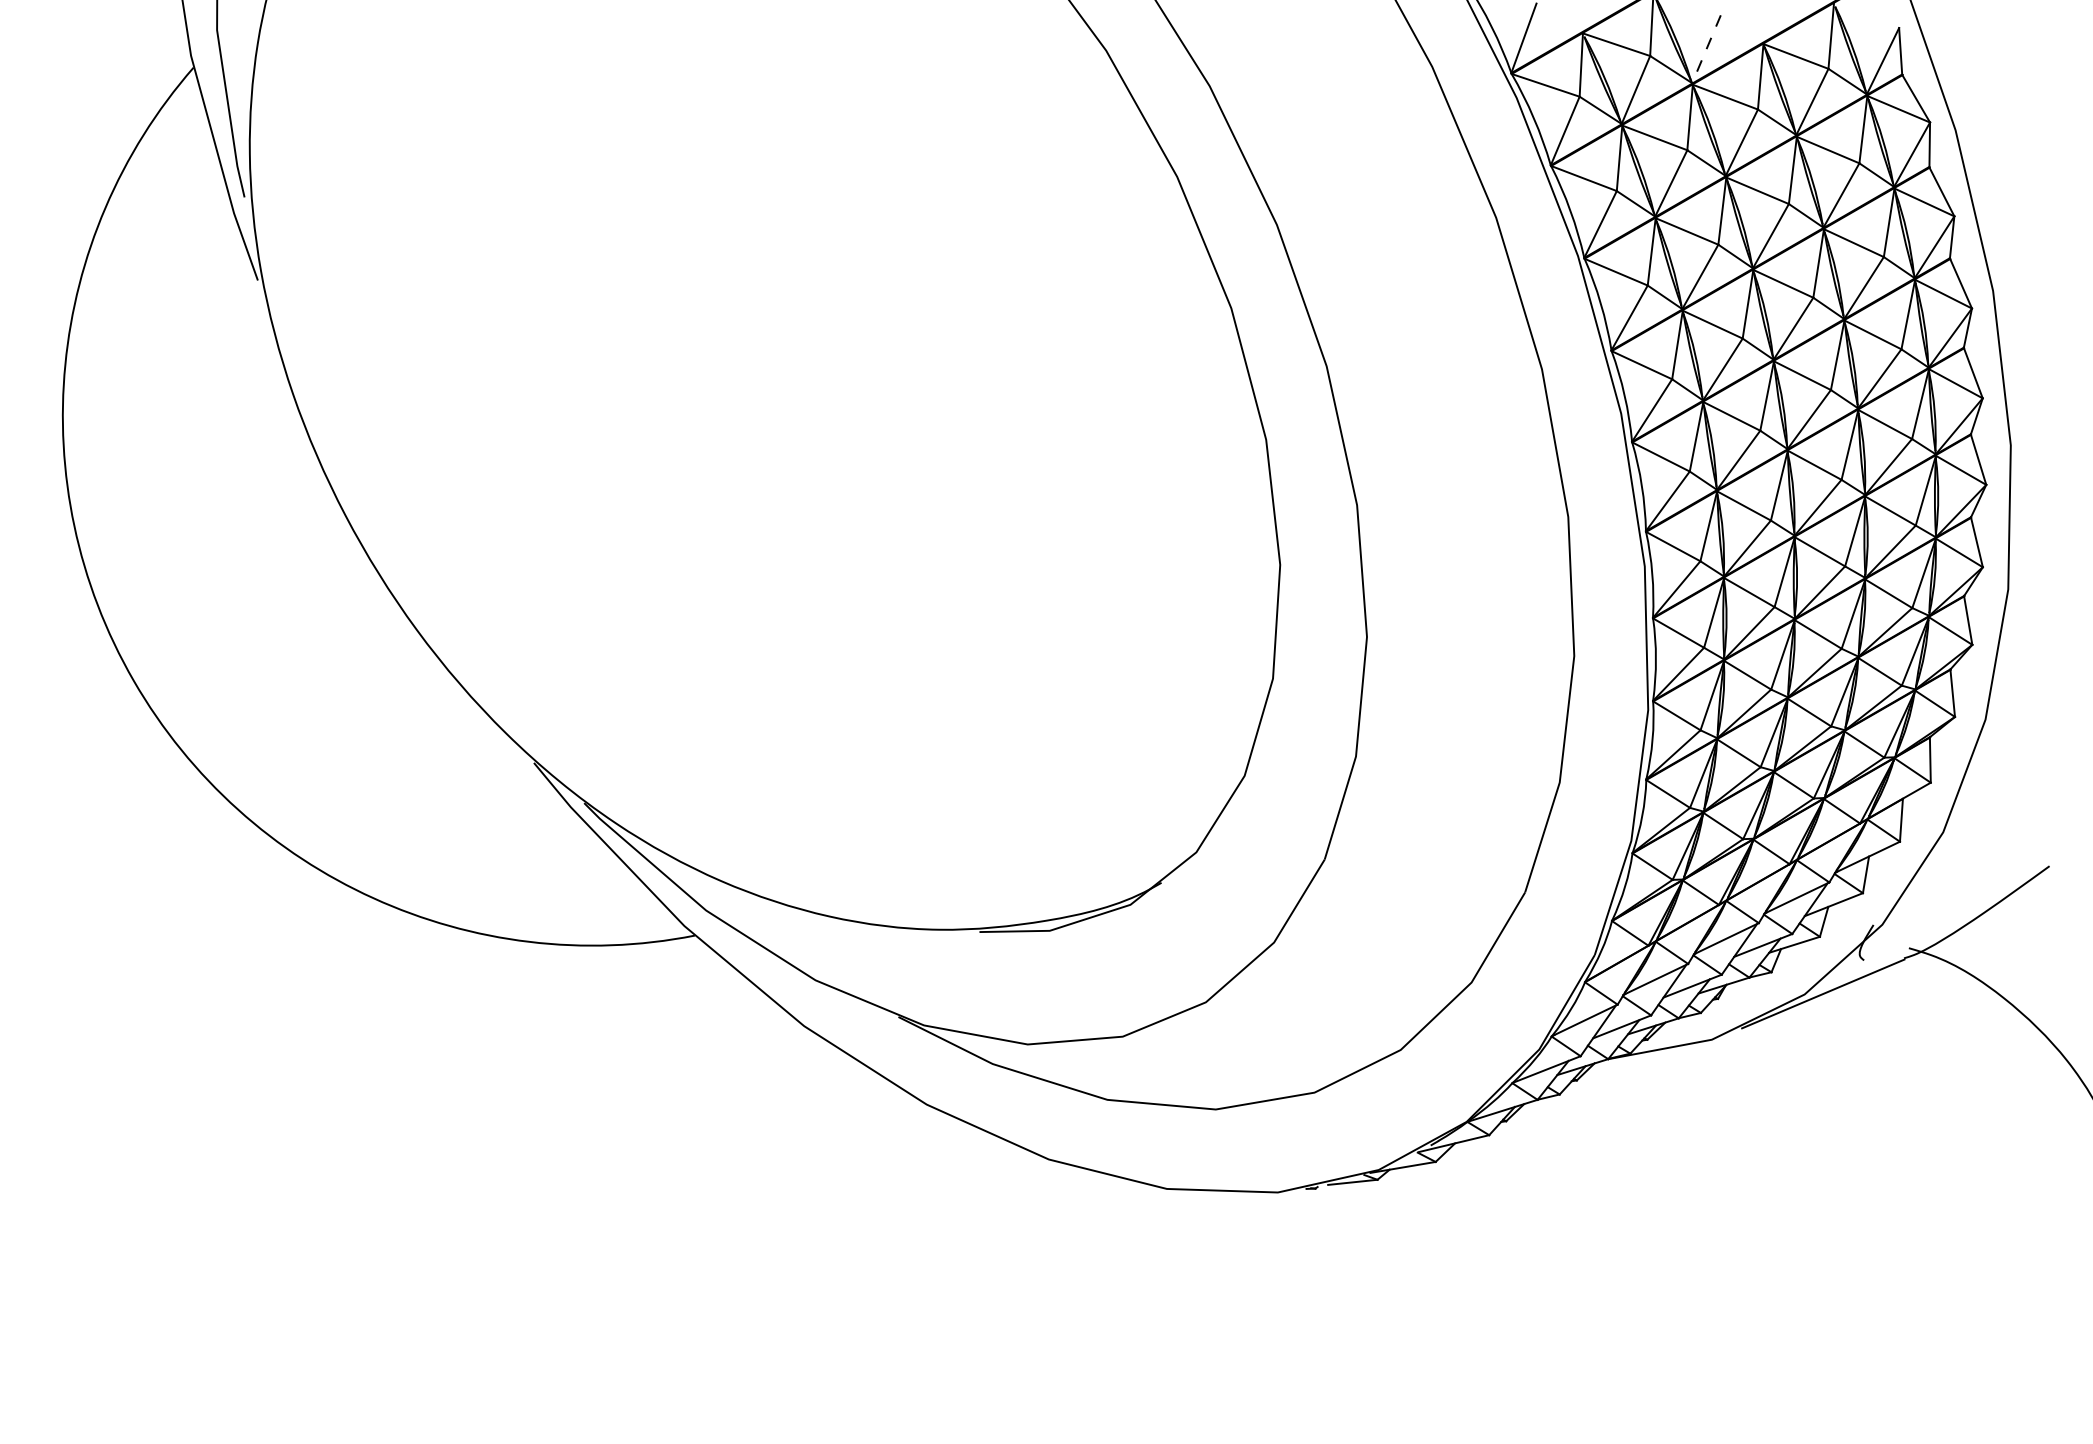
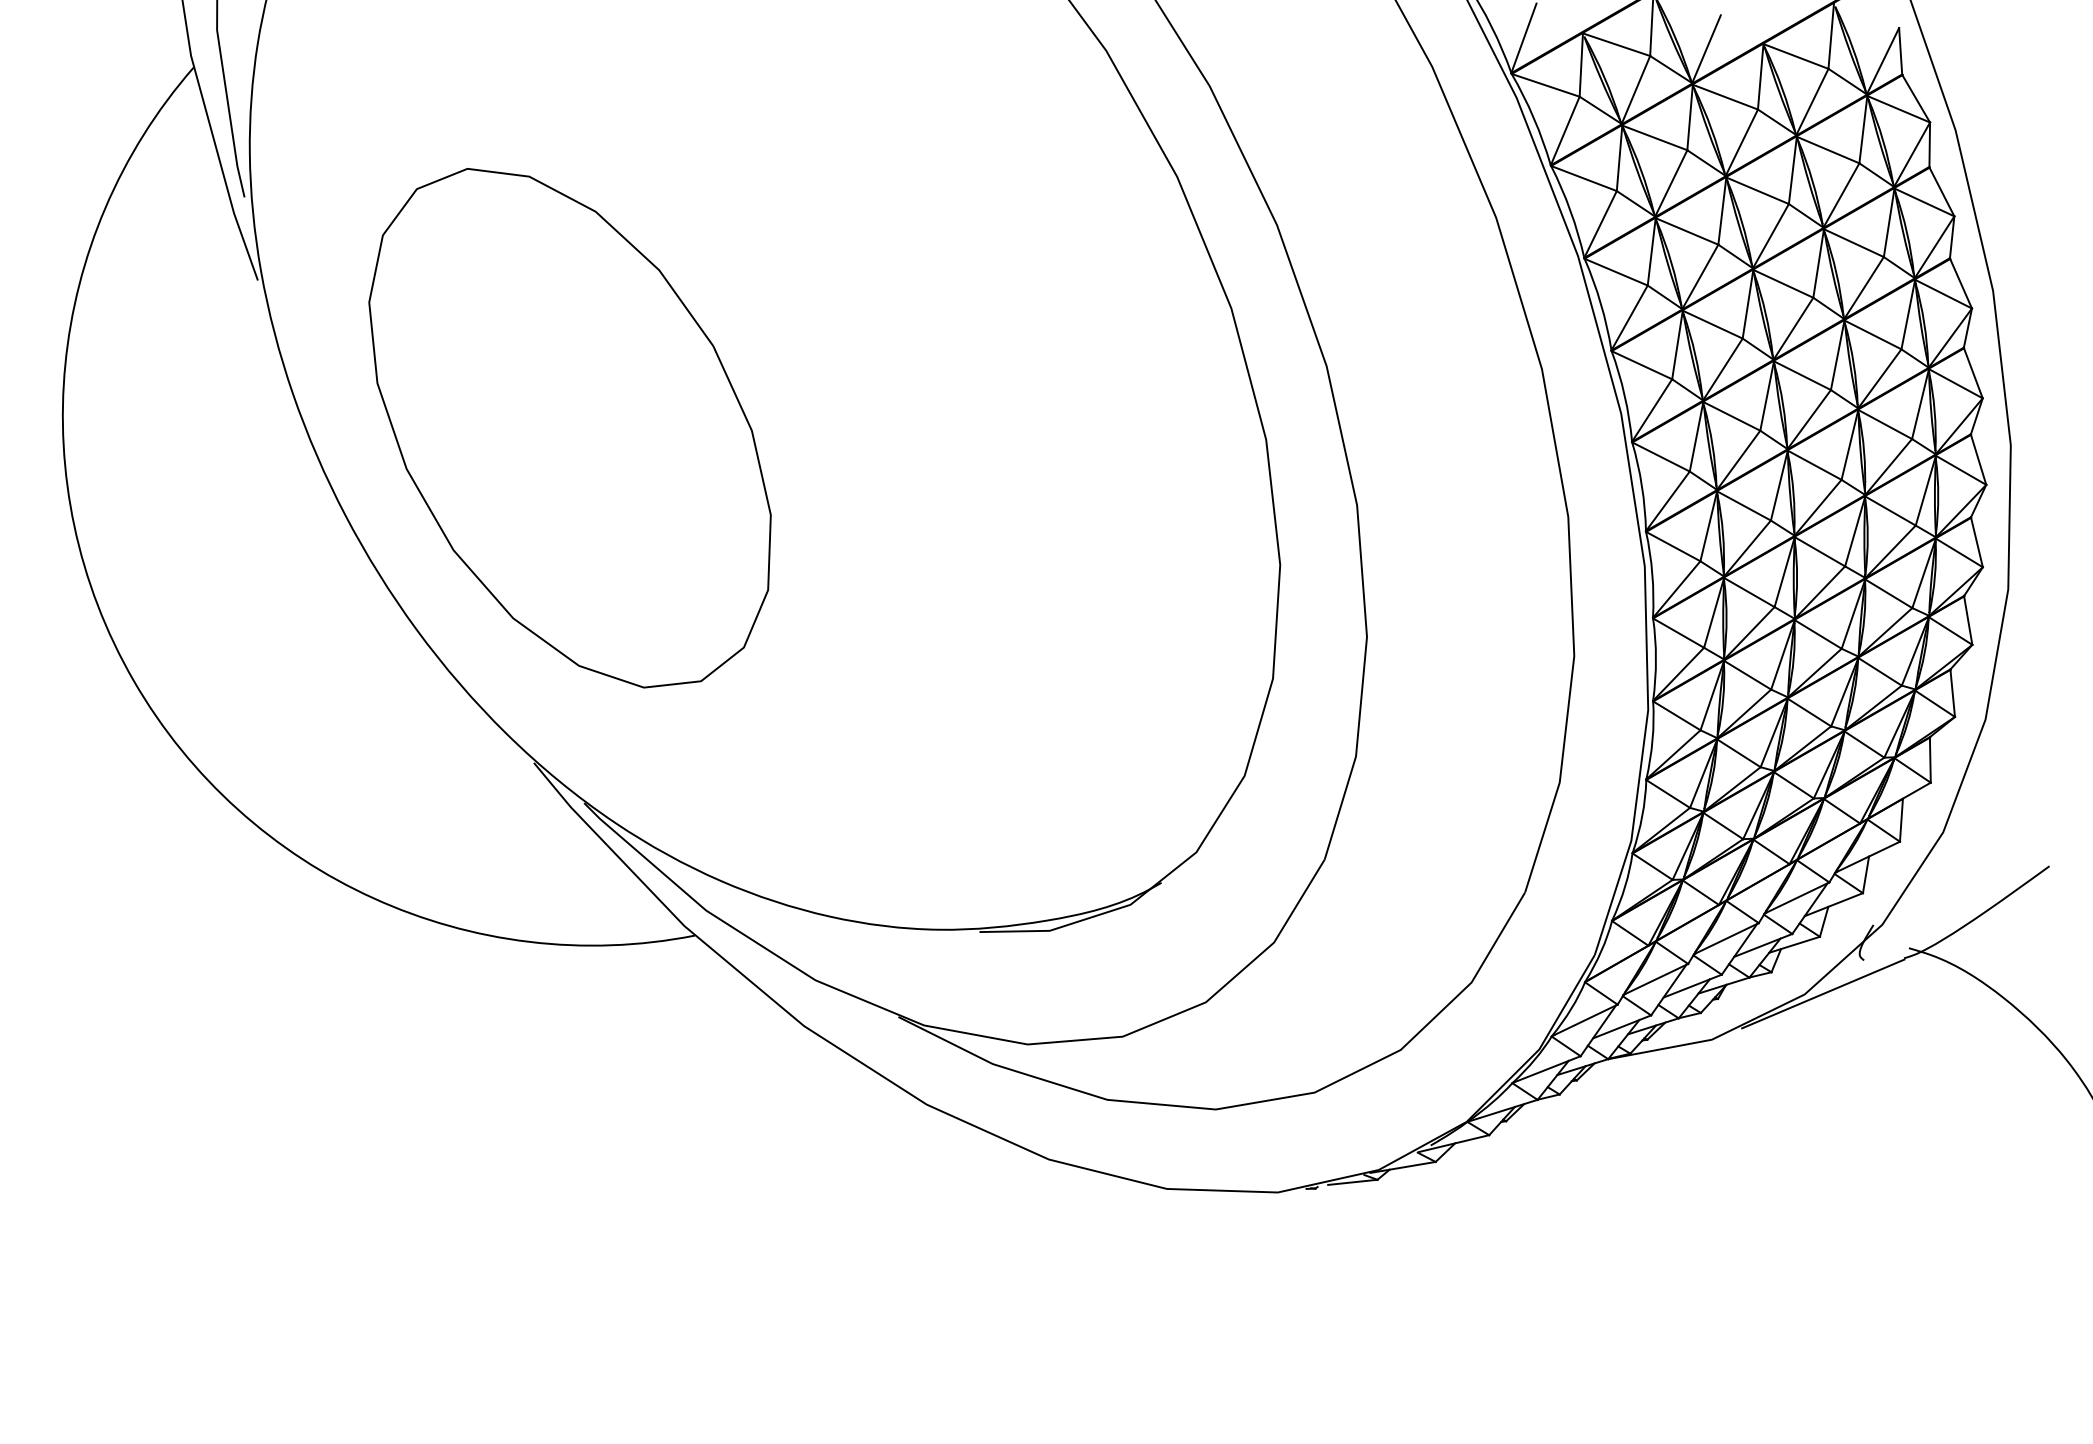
line at (1706, 49): dashed -> solid
part at (569, 428): none -> present
